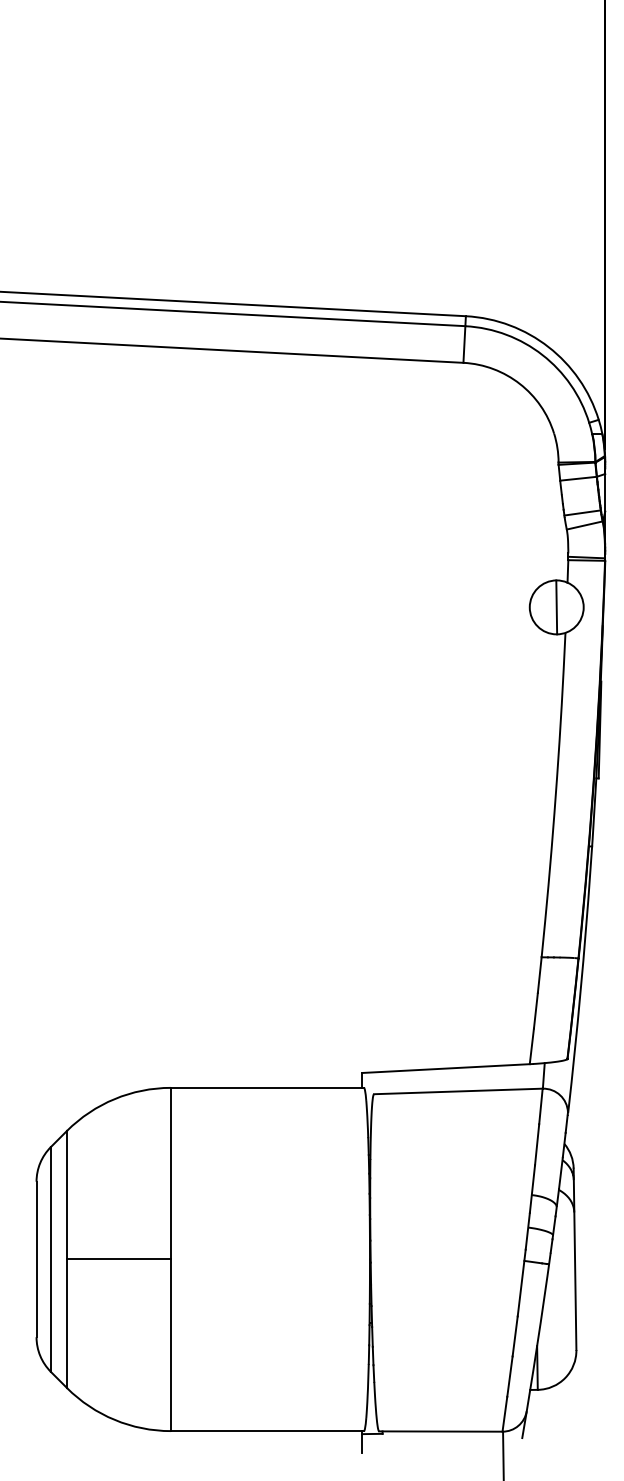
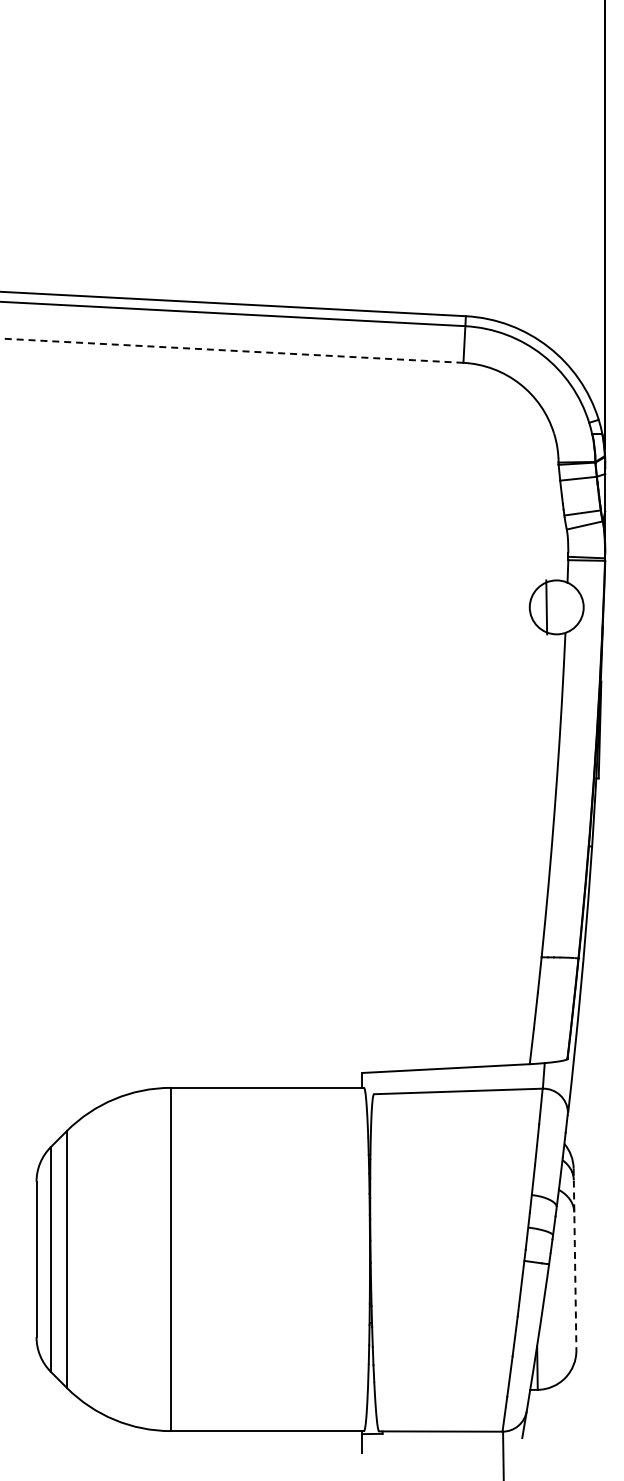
line at (232, 350): solid -> dashed
line at (556, 607) position: (556, 607) -> (546, 607)
line at (118, 1259): present -> none
line at (575, 1259): solid -> dashed
